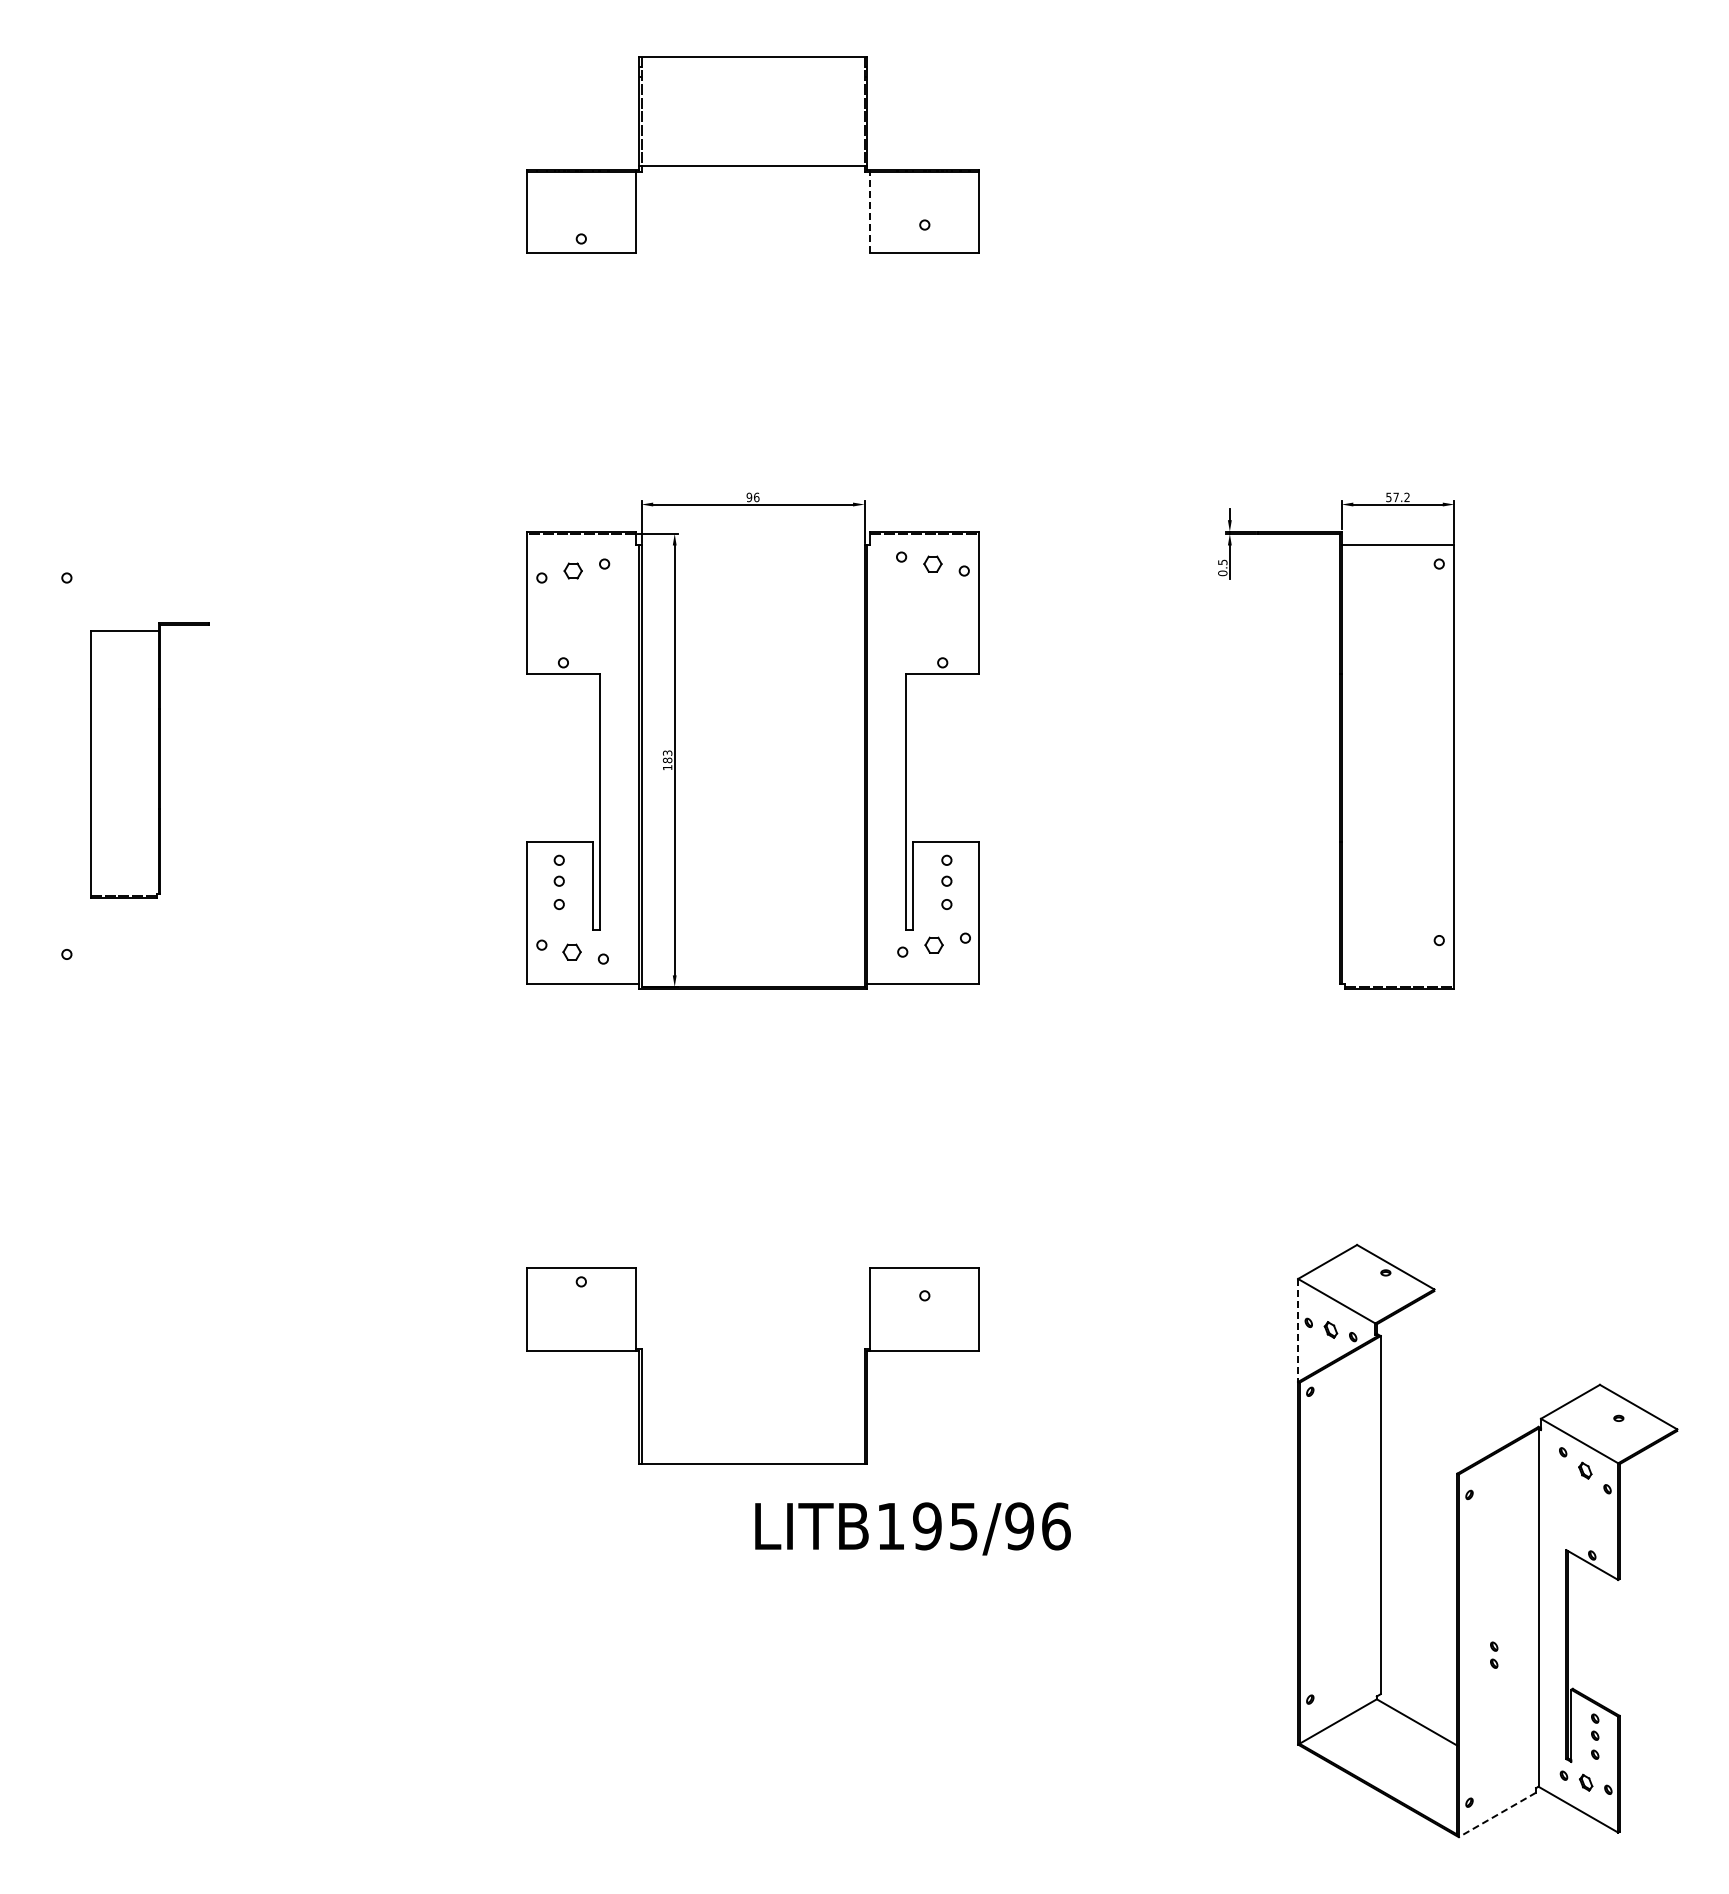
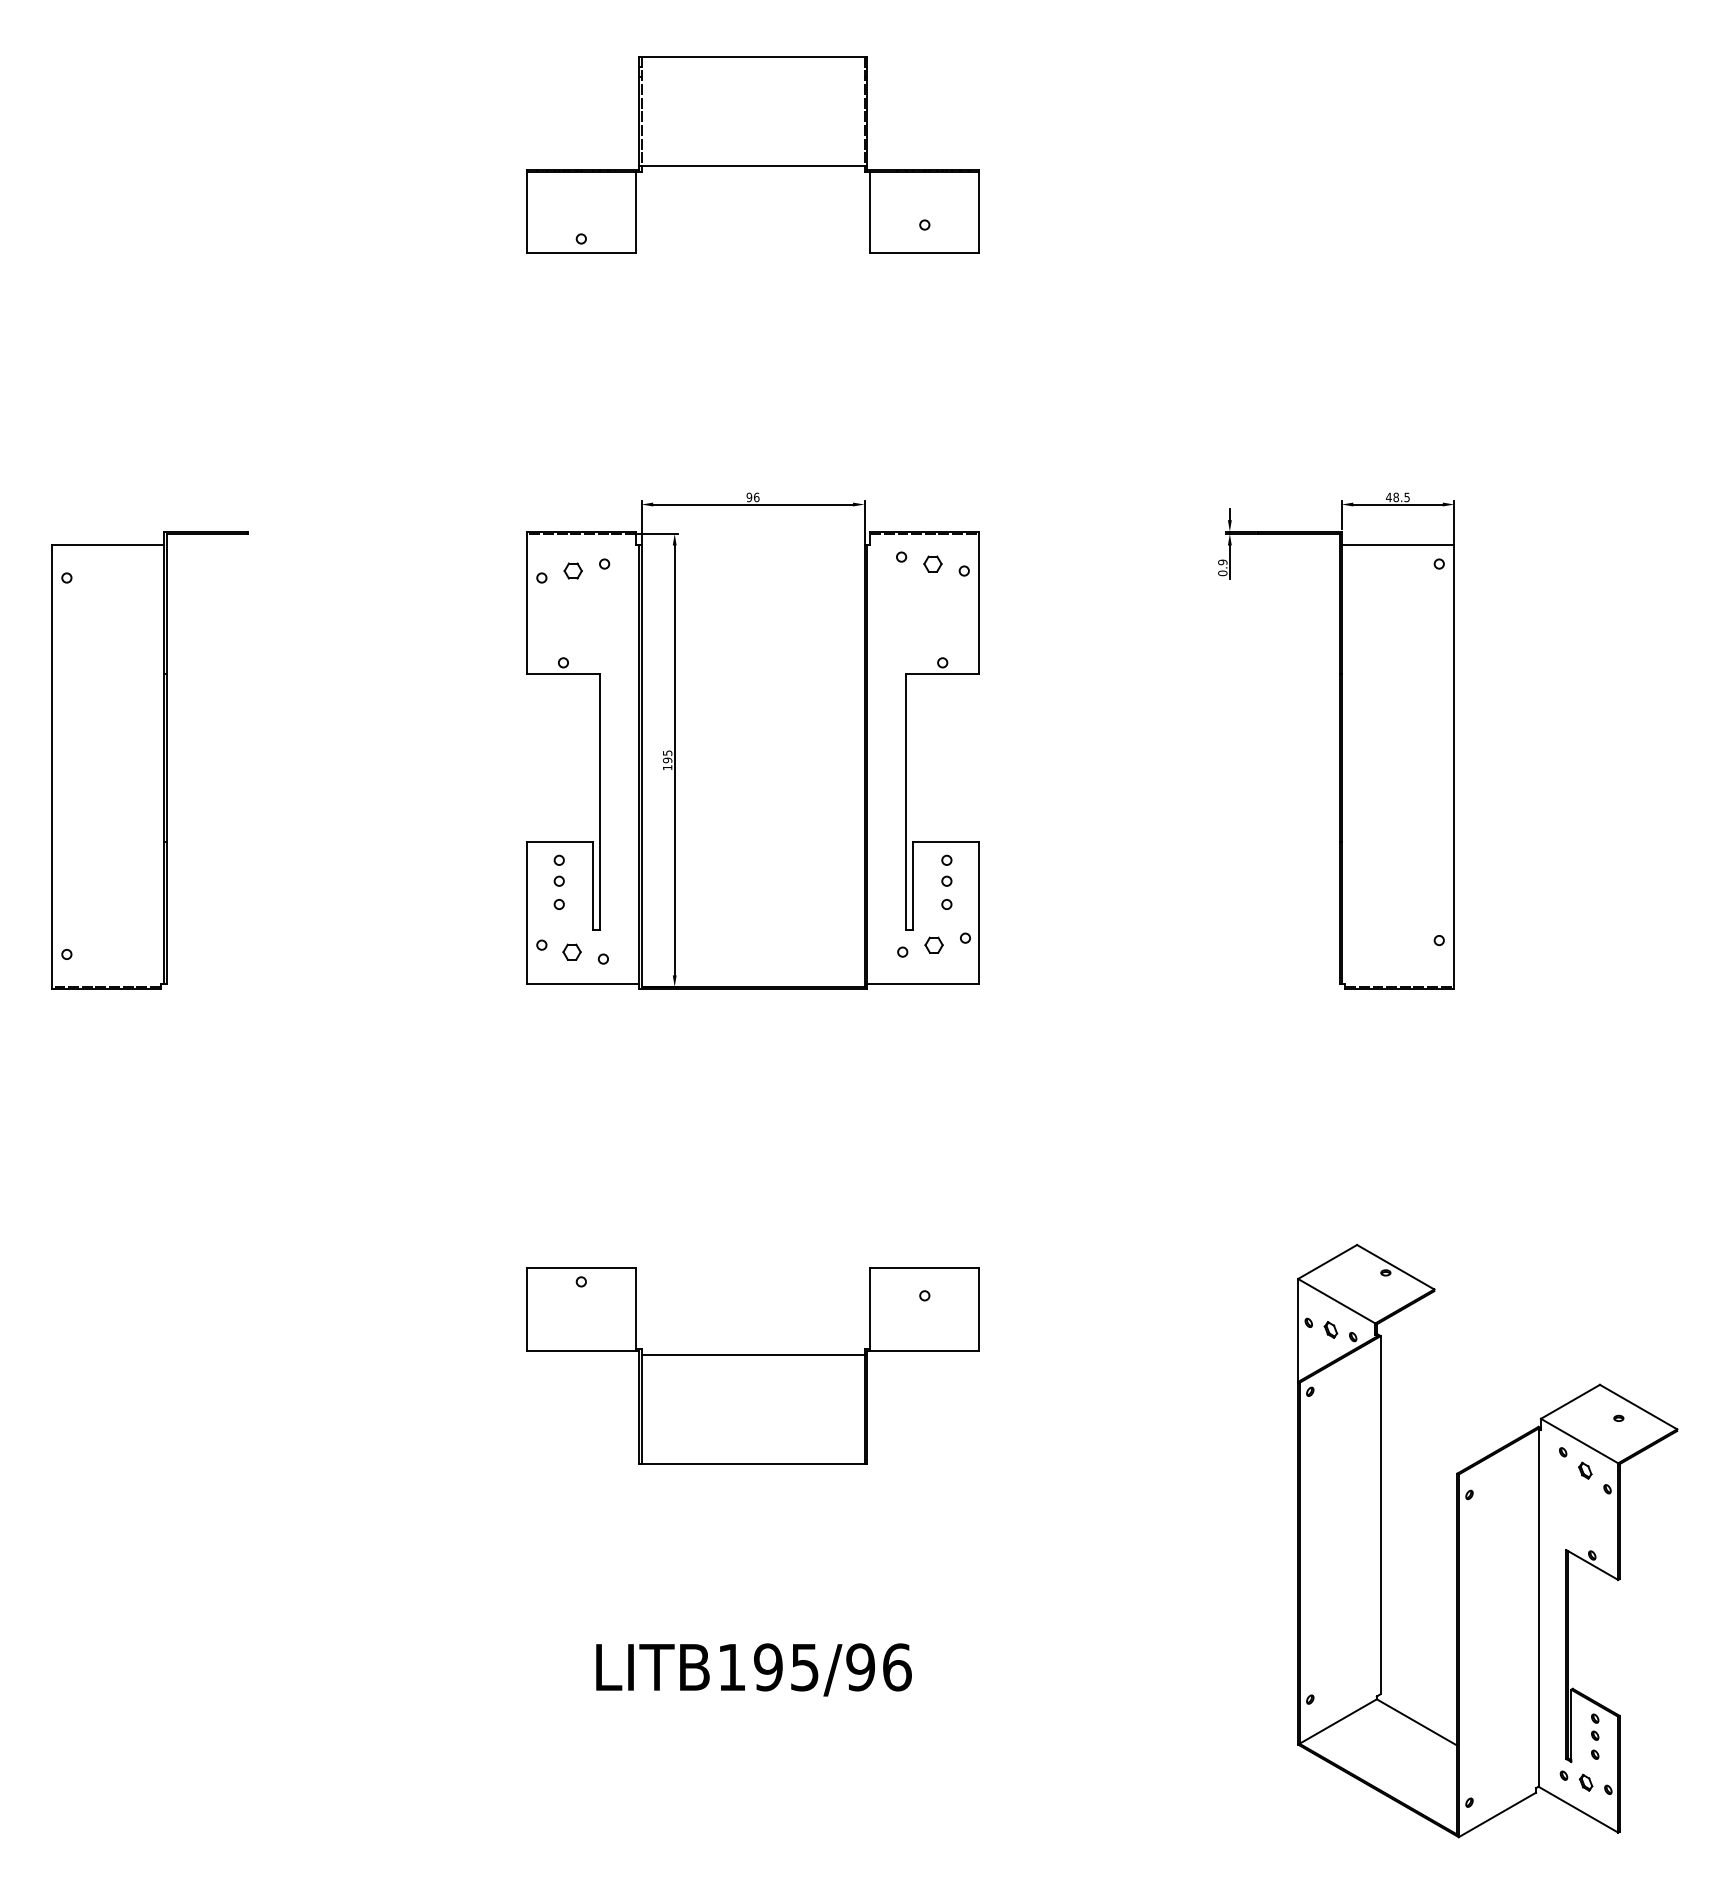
line at (870, 212): dashed -> solid
text at (1397, 497): 57.2 -> 48.5
text at (1222, 562): 0.5 -> 0.9
text at (667, 756): 183 -> 195
part at (149, 760) size: 120x277 px -> 198x459 px
line at (1298, 1330): dashed -> solid
line at (752, 1354): none -> present
text at (912, 1528) position: (912, 1528) -> (753, 1669)
part at (1494, 1654): present -> none
line at (1497, 1814): dashed -> solid
